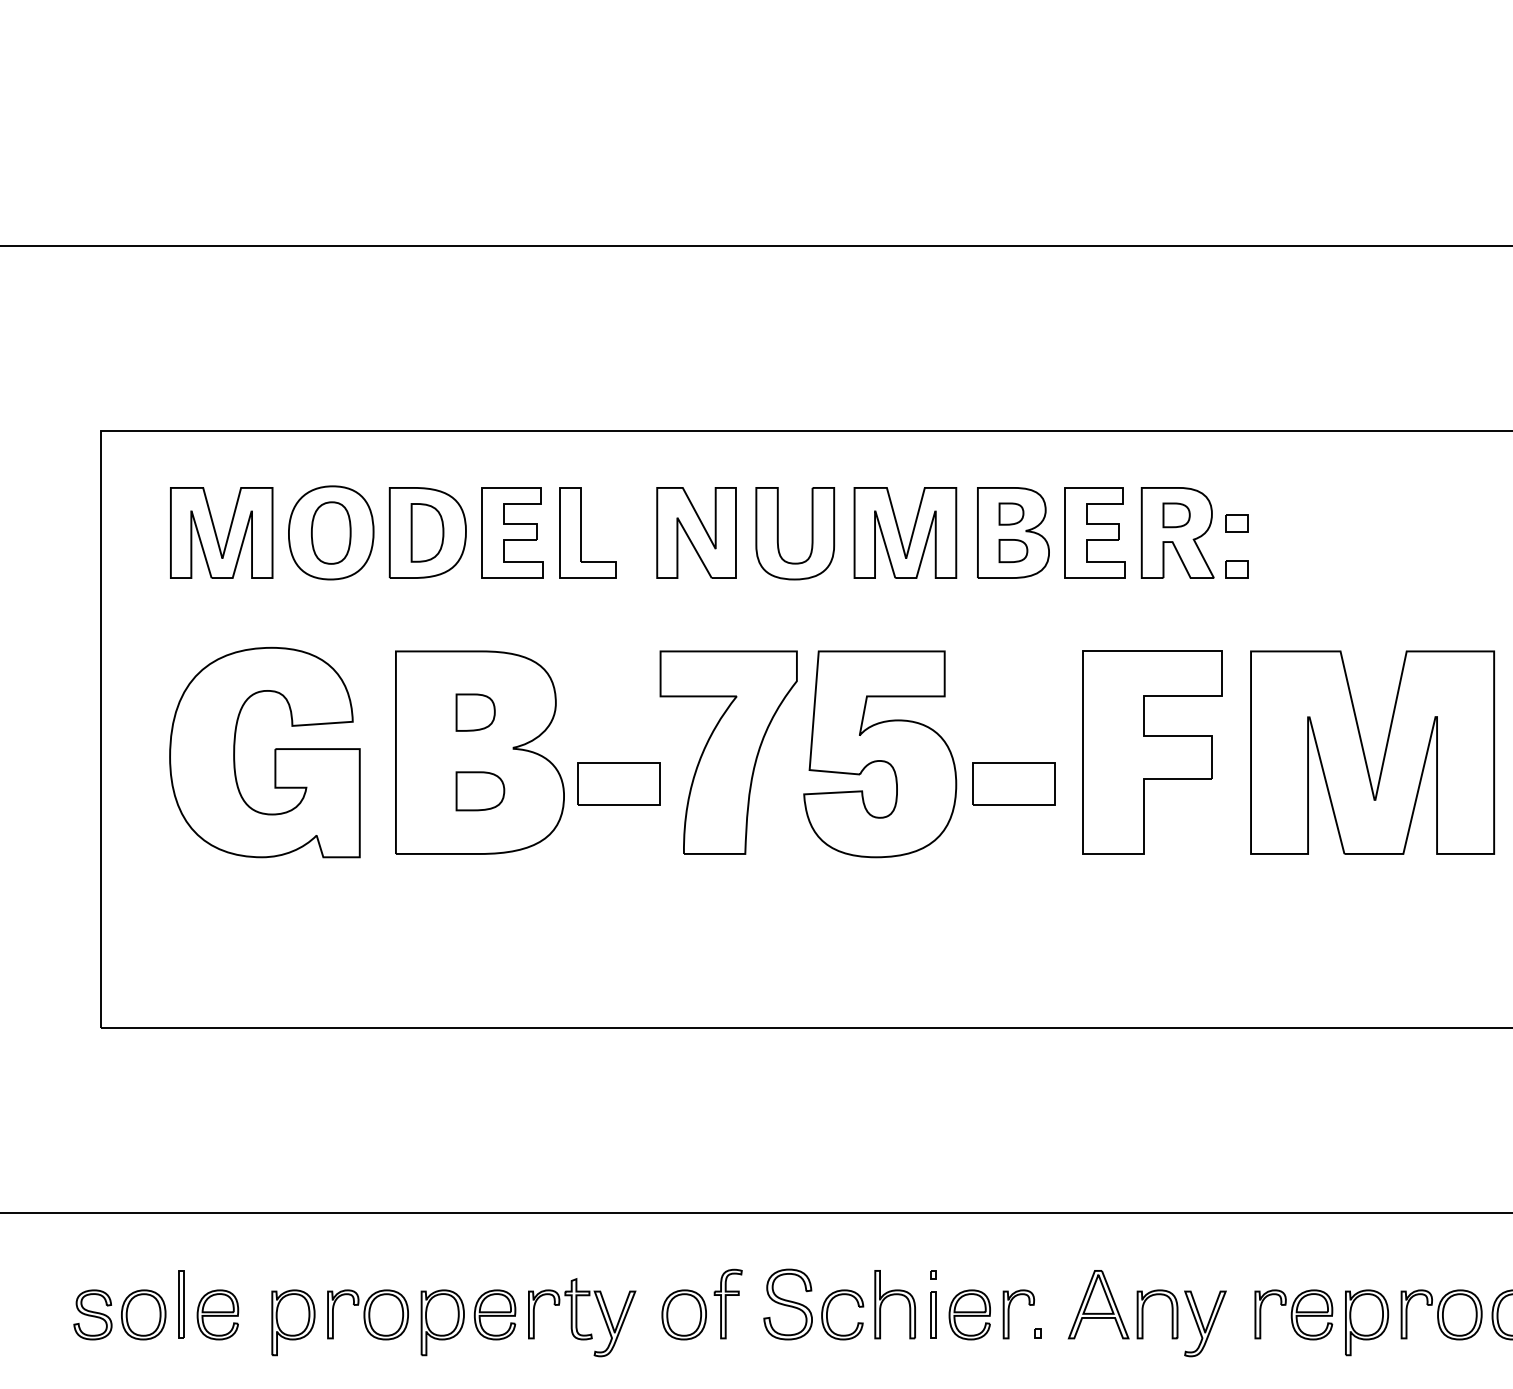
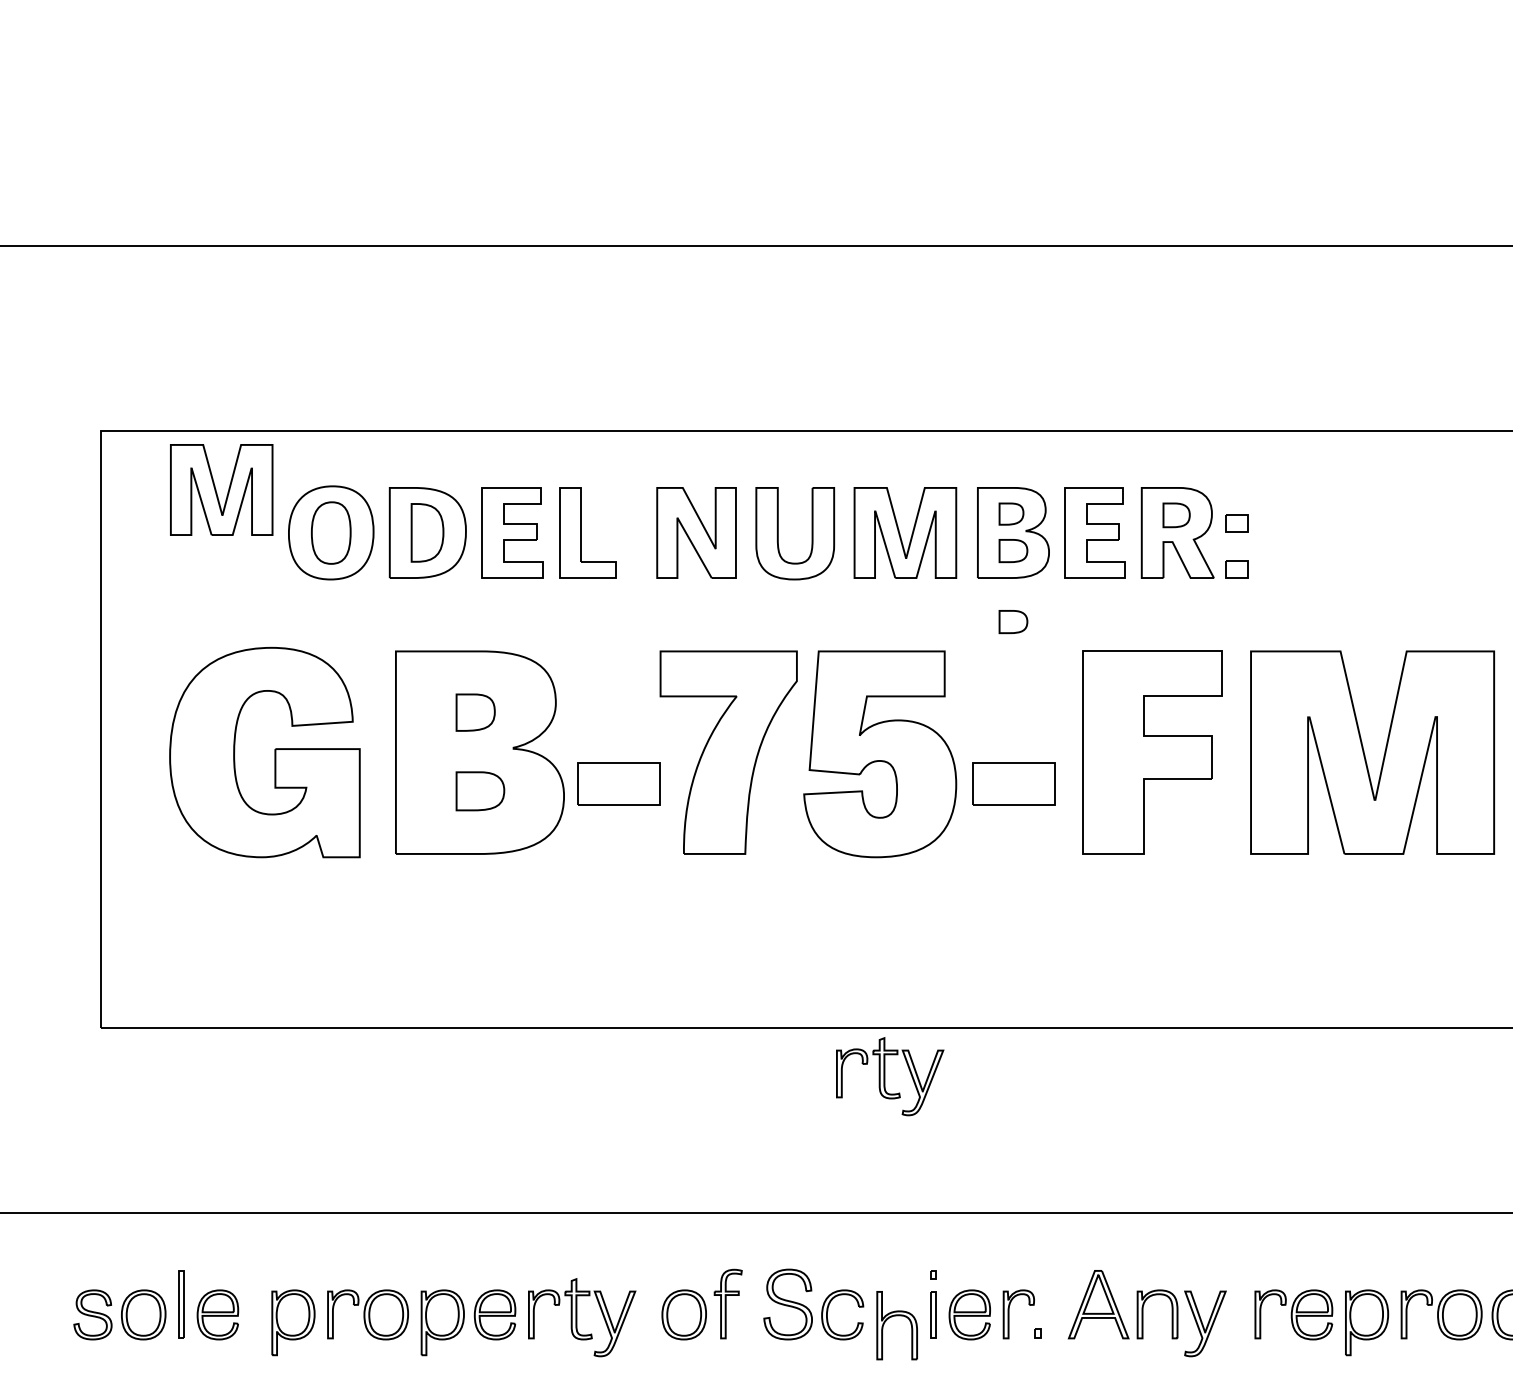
part at (221, 532) position: (221, 532) -> (221, 489)
part at (1013, 622): none -> present
part at (890, 1076): none -> present
part at (890, 1296) position: (890, 1296) -> (892, 1317)
